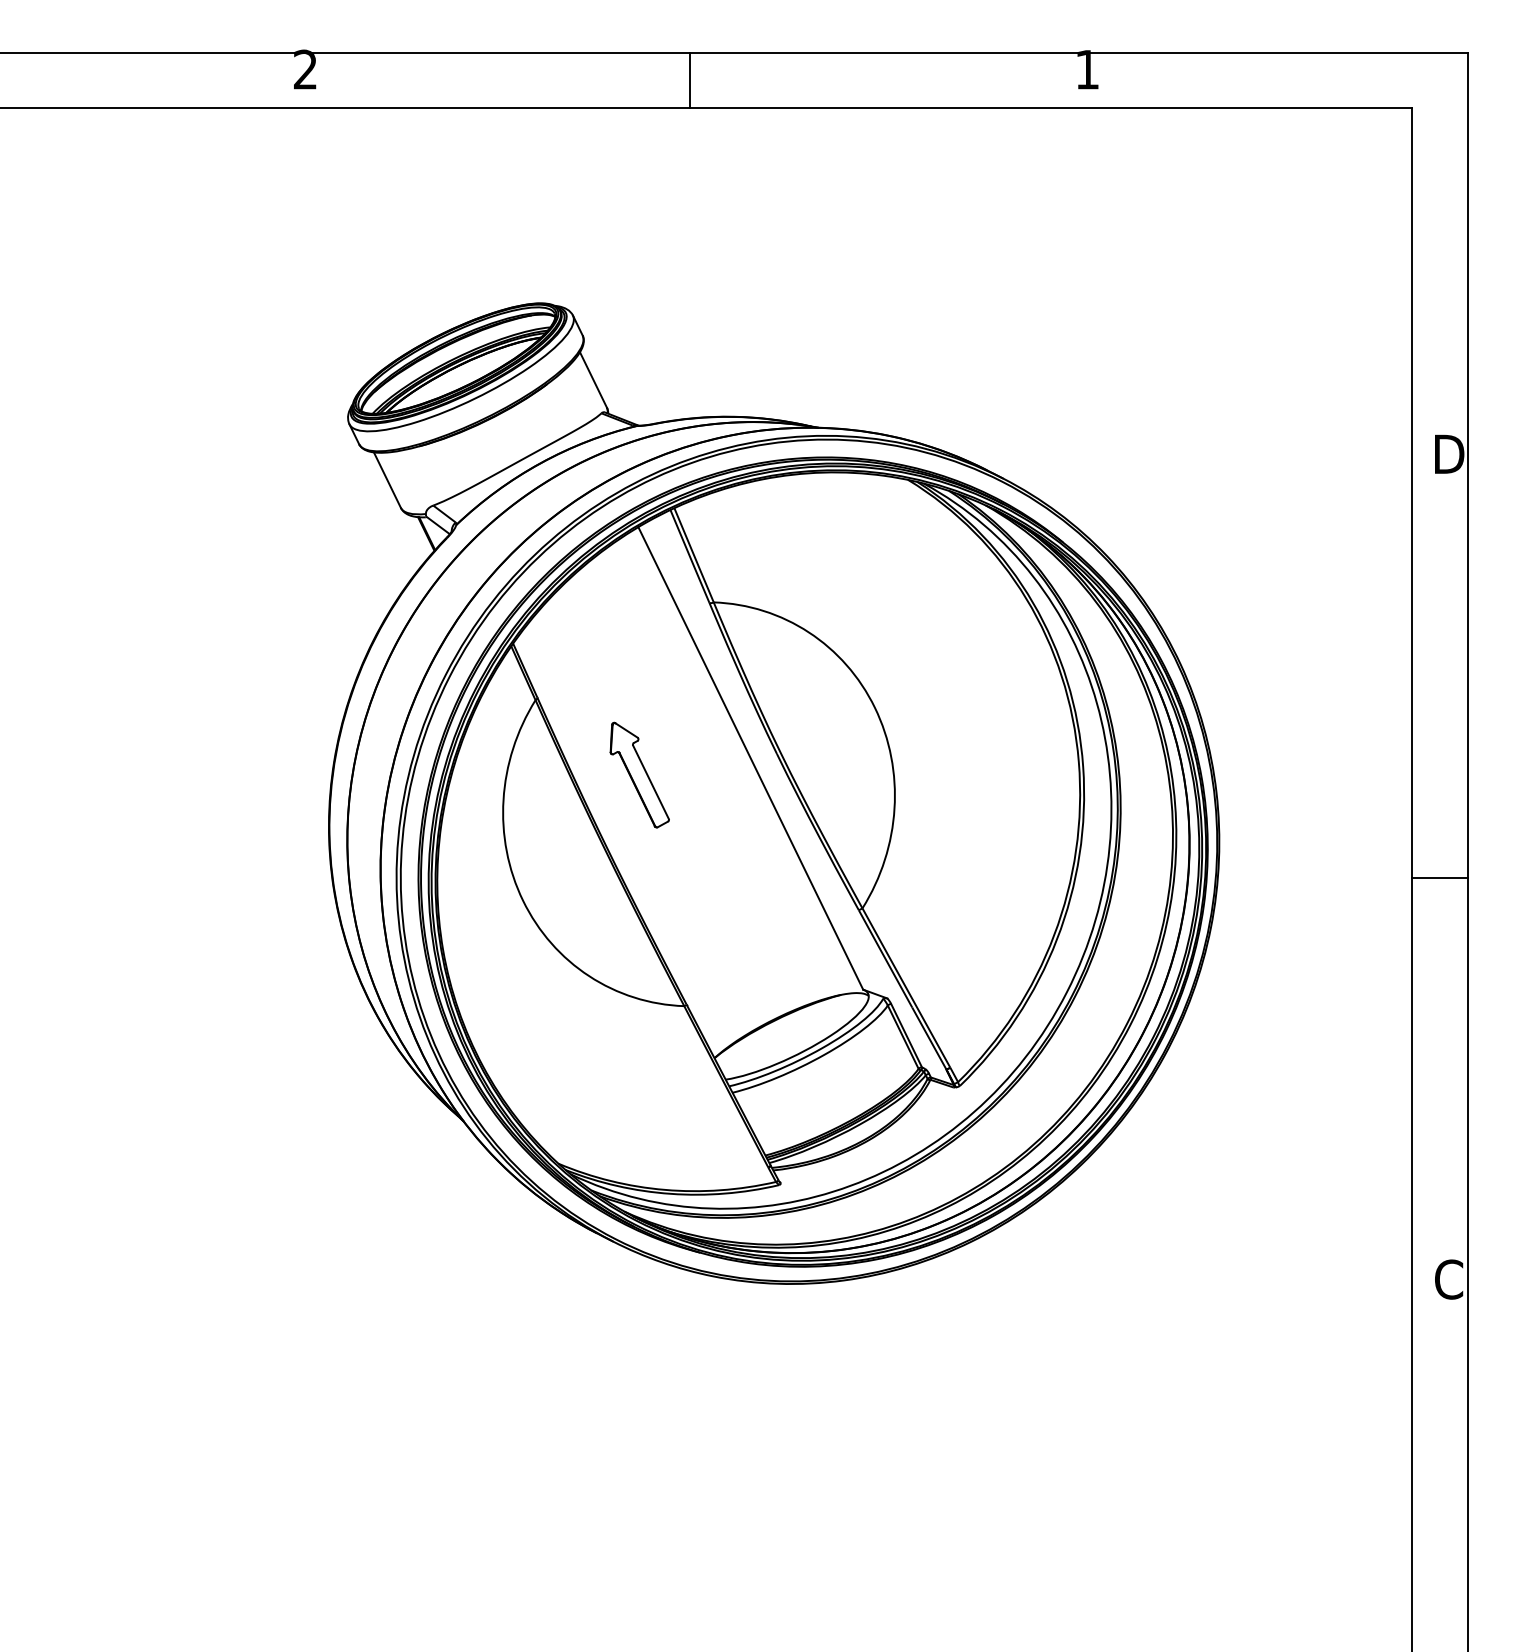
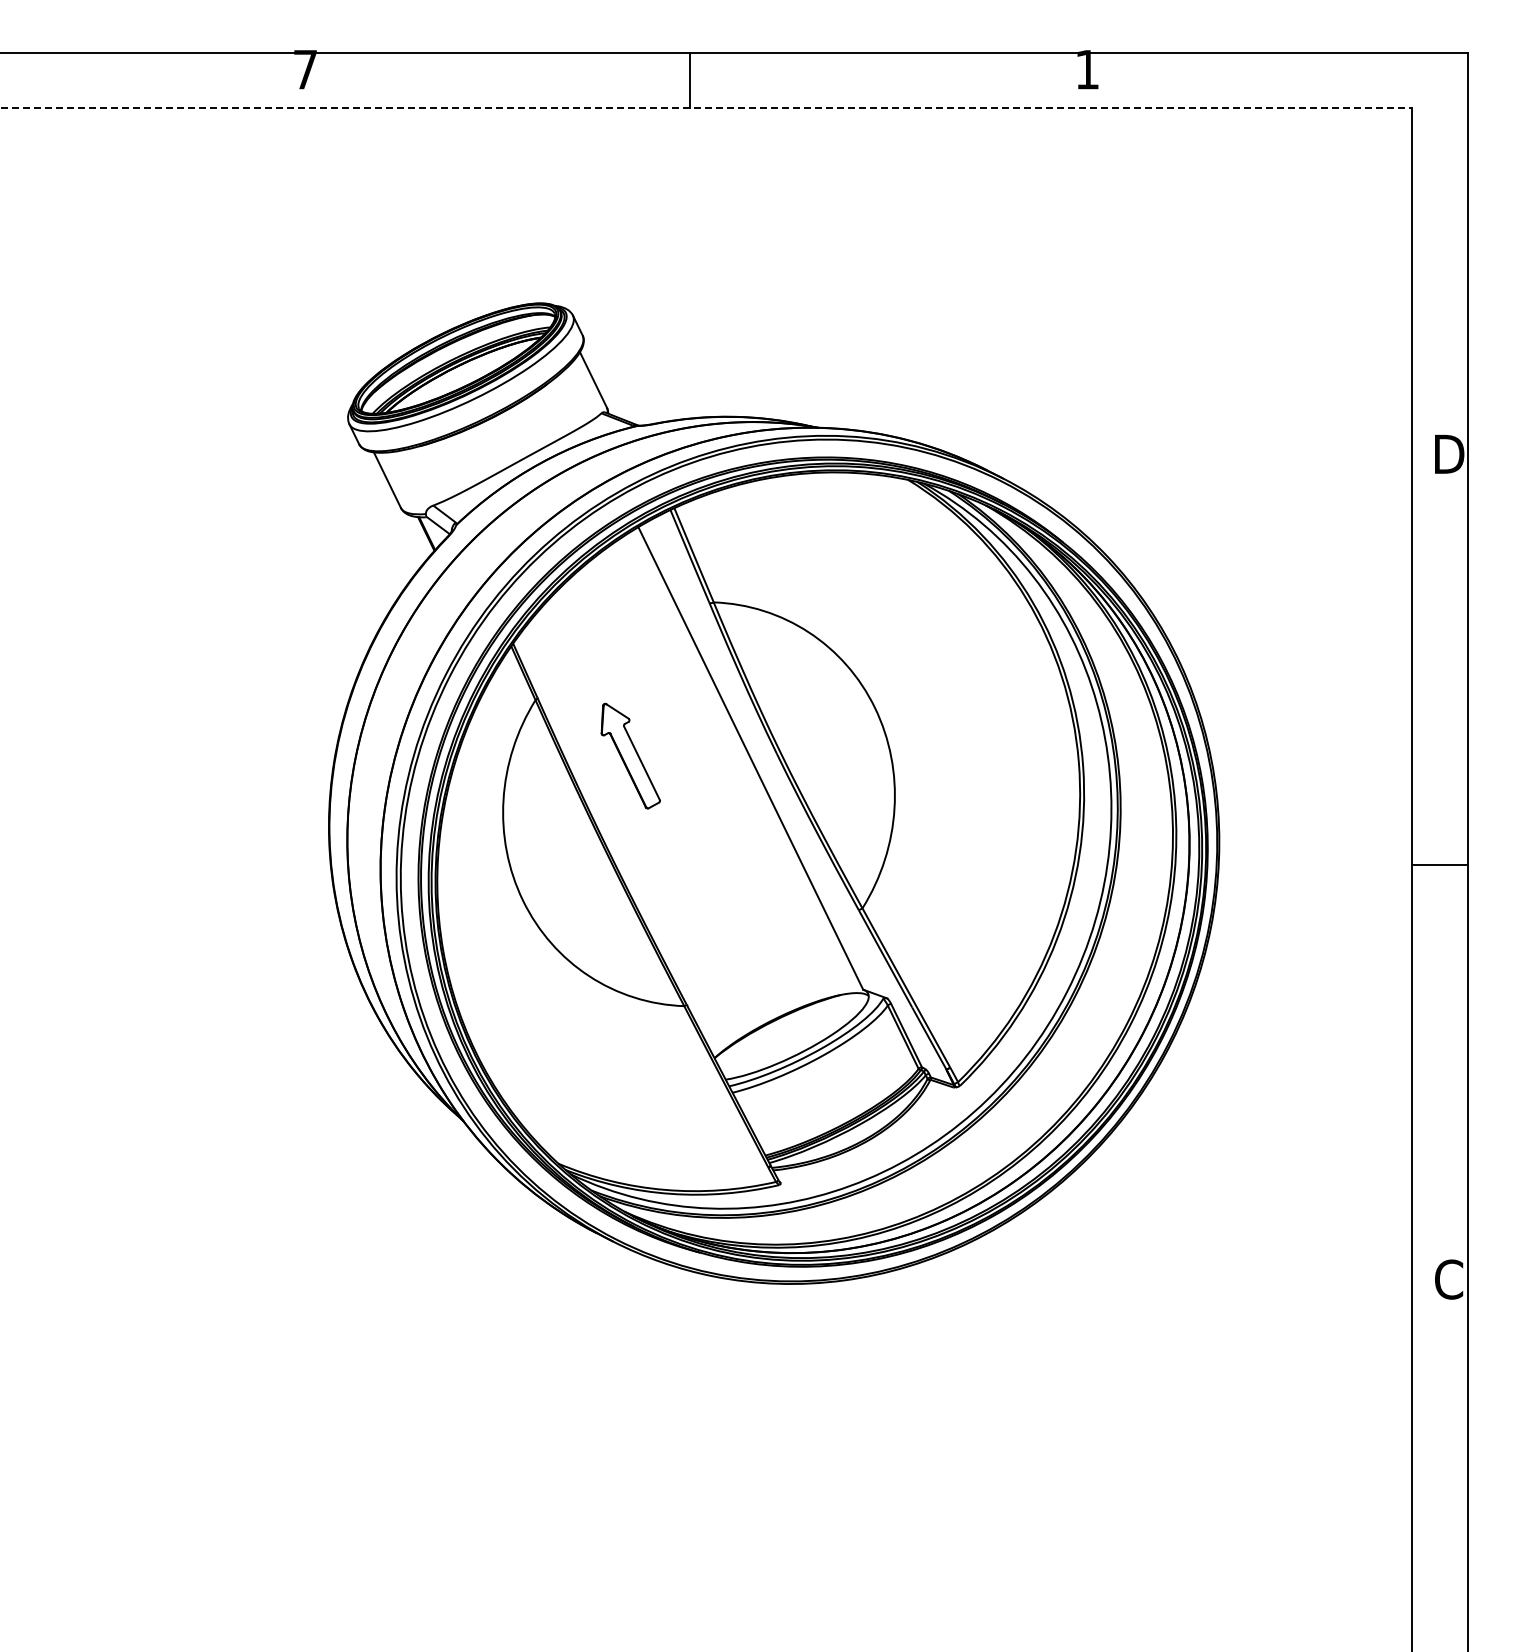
text at (305, 69): 2 -> 7
line at (706, 108): solid -> dashed
part at (639, 774) position: (639, 774) -> (630, 755)
line at (1439, 878) position: (1439, 878) -> (1439, 865)
